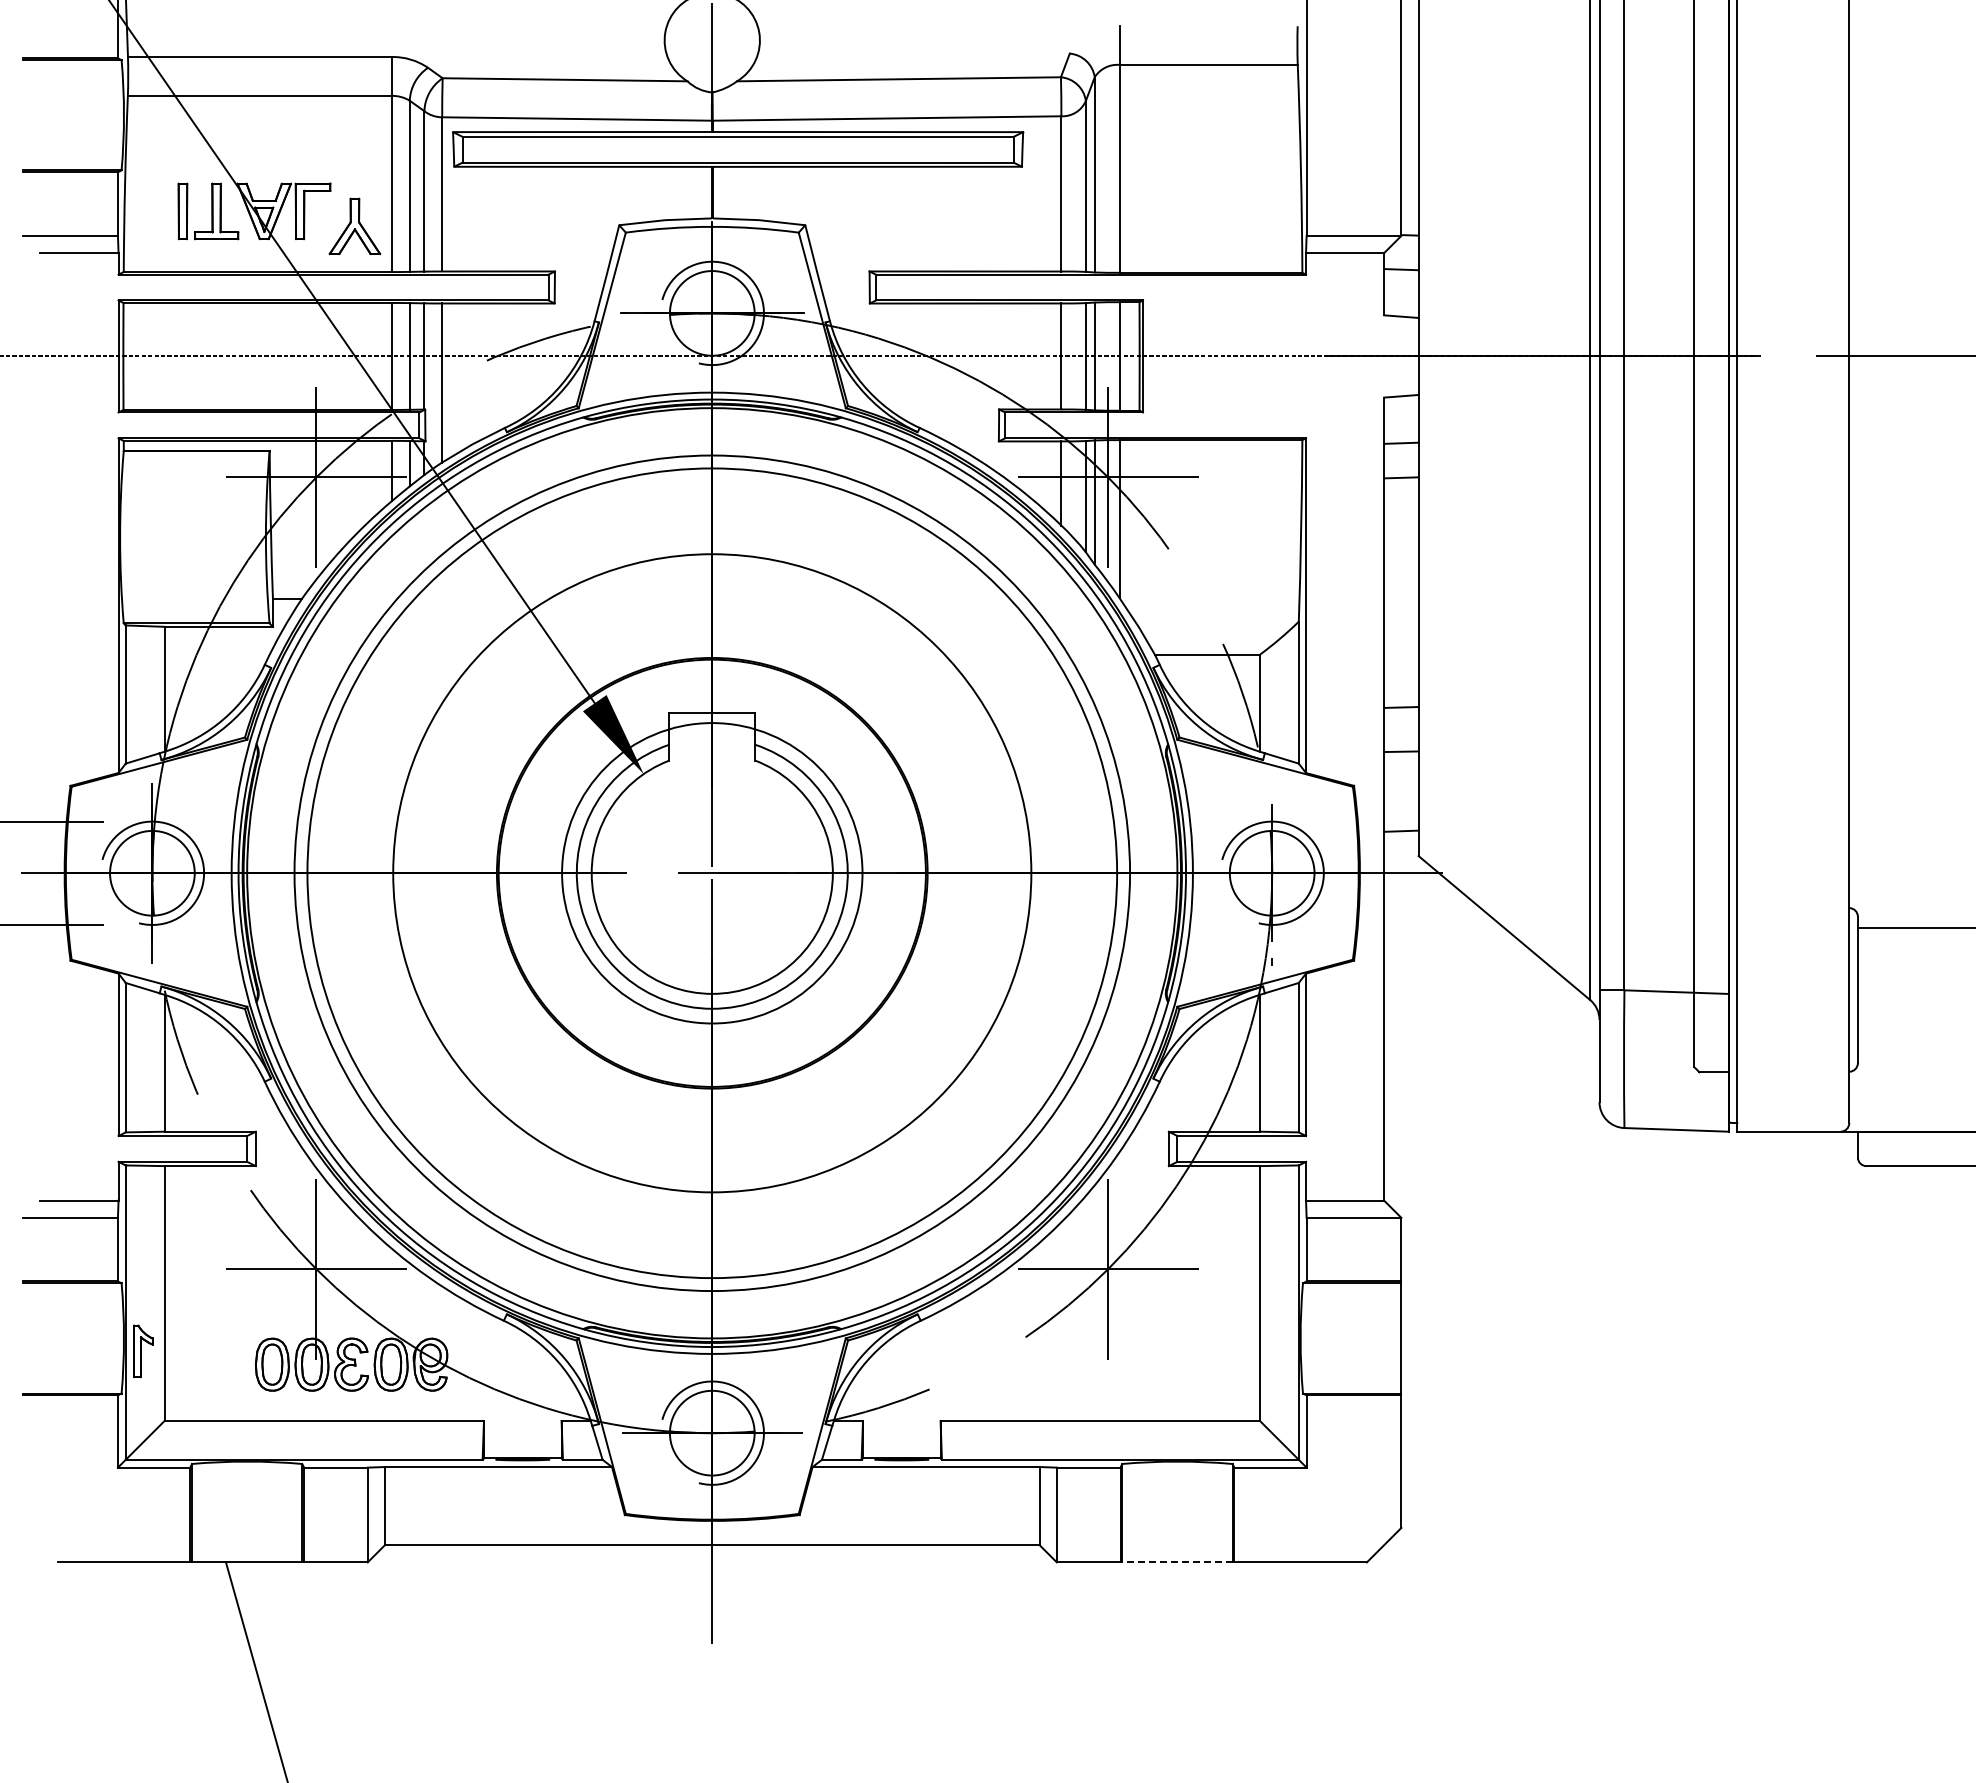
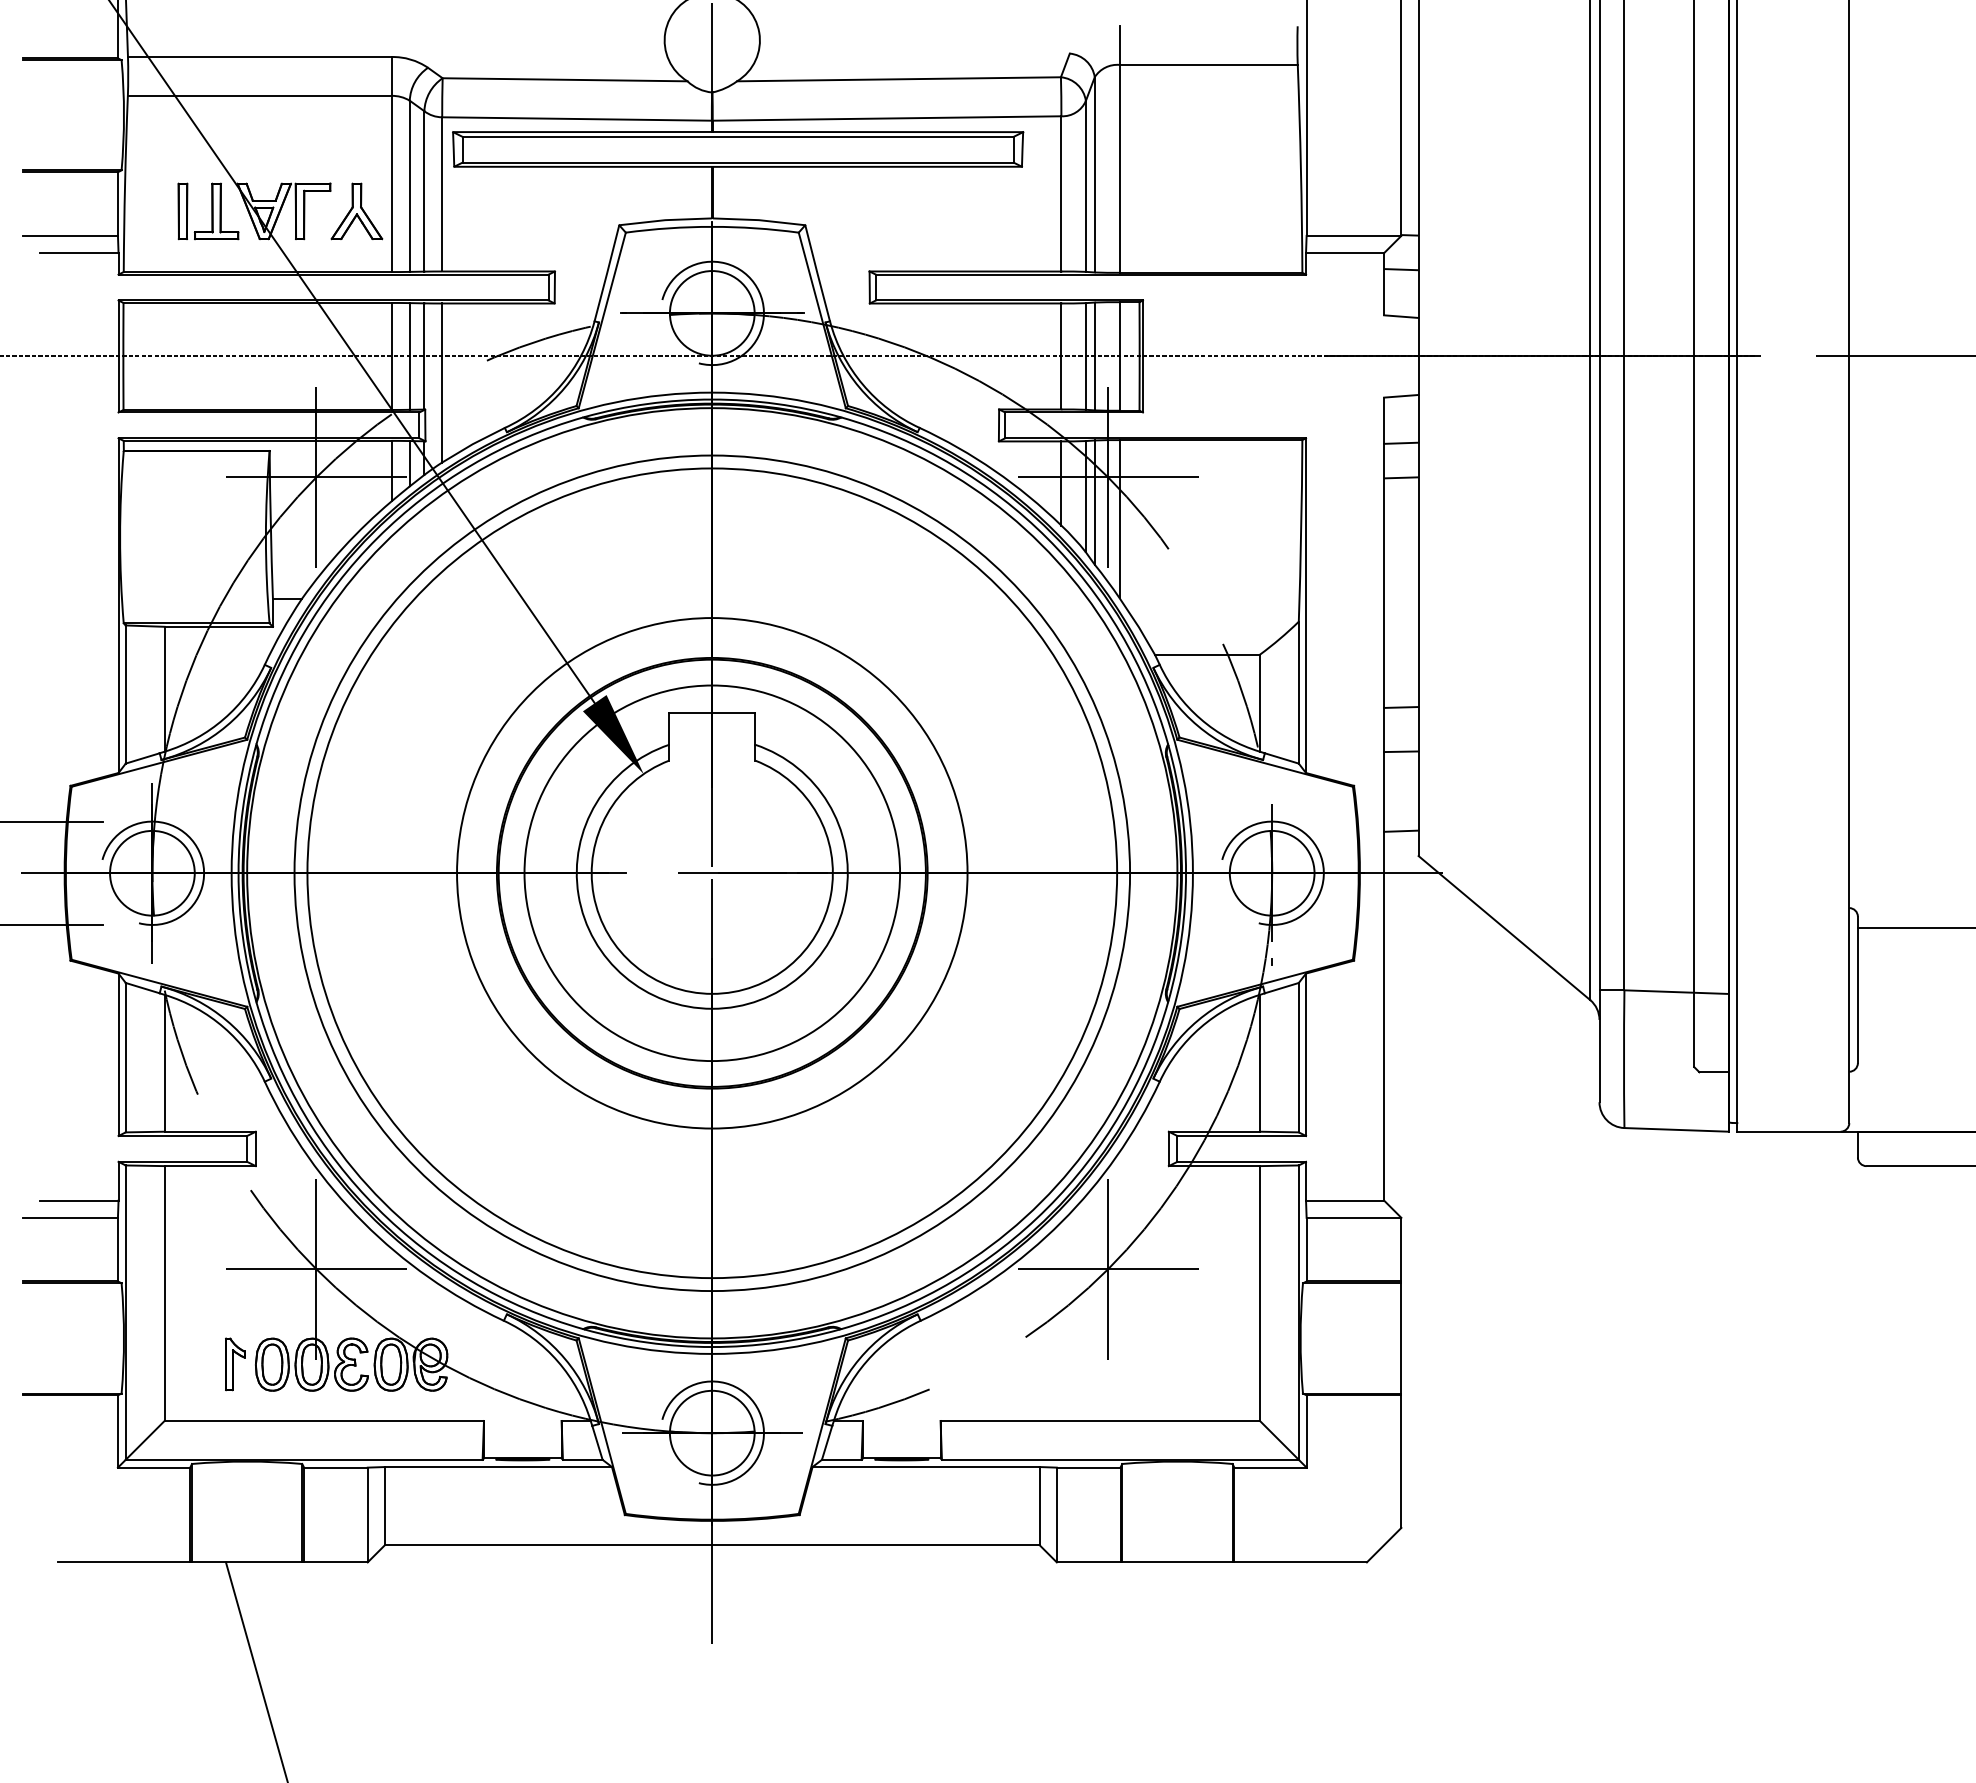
part at (354, 226) position: (354, 226) -> (356, 211)
circle at (712, 873) diameter: 300 px -> 376 px
circle at (712, 873) diameter: 638 px -> 511 px
part at (143, 1351) position: (143, 1351) -> (235, 1364)
line at (1176, 1562): dashed -> solid
